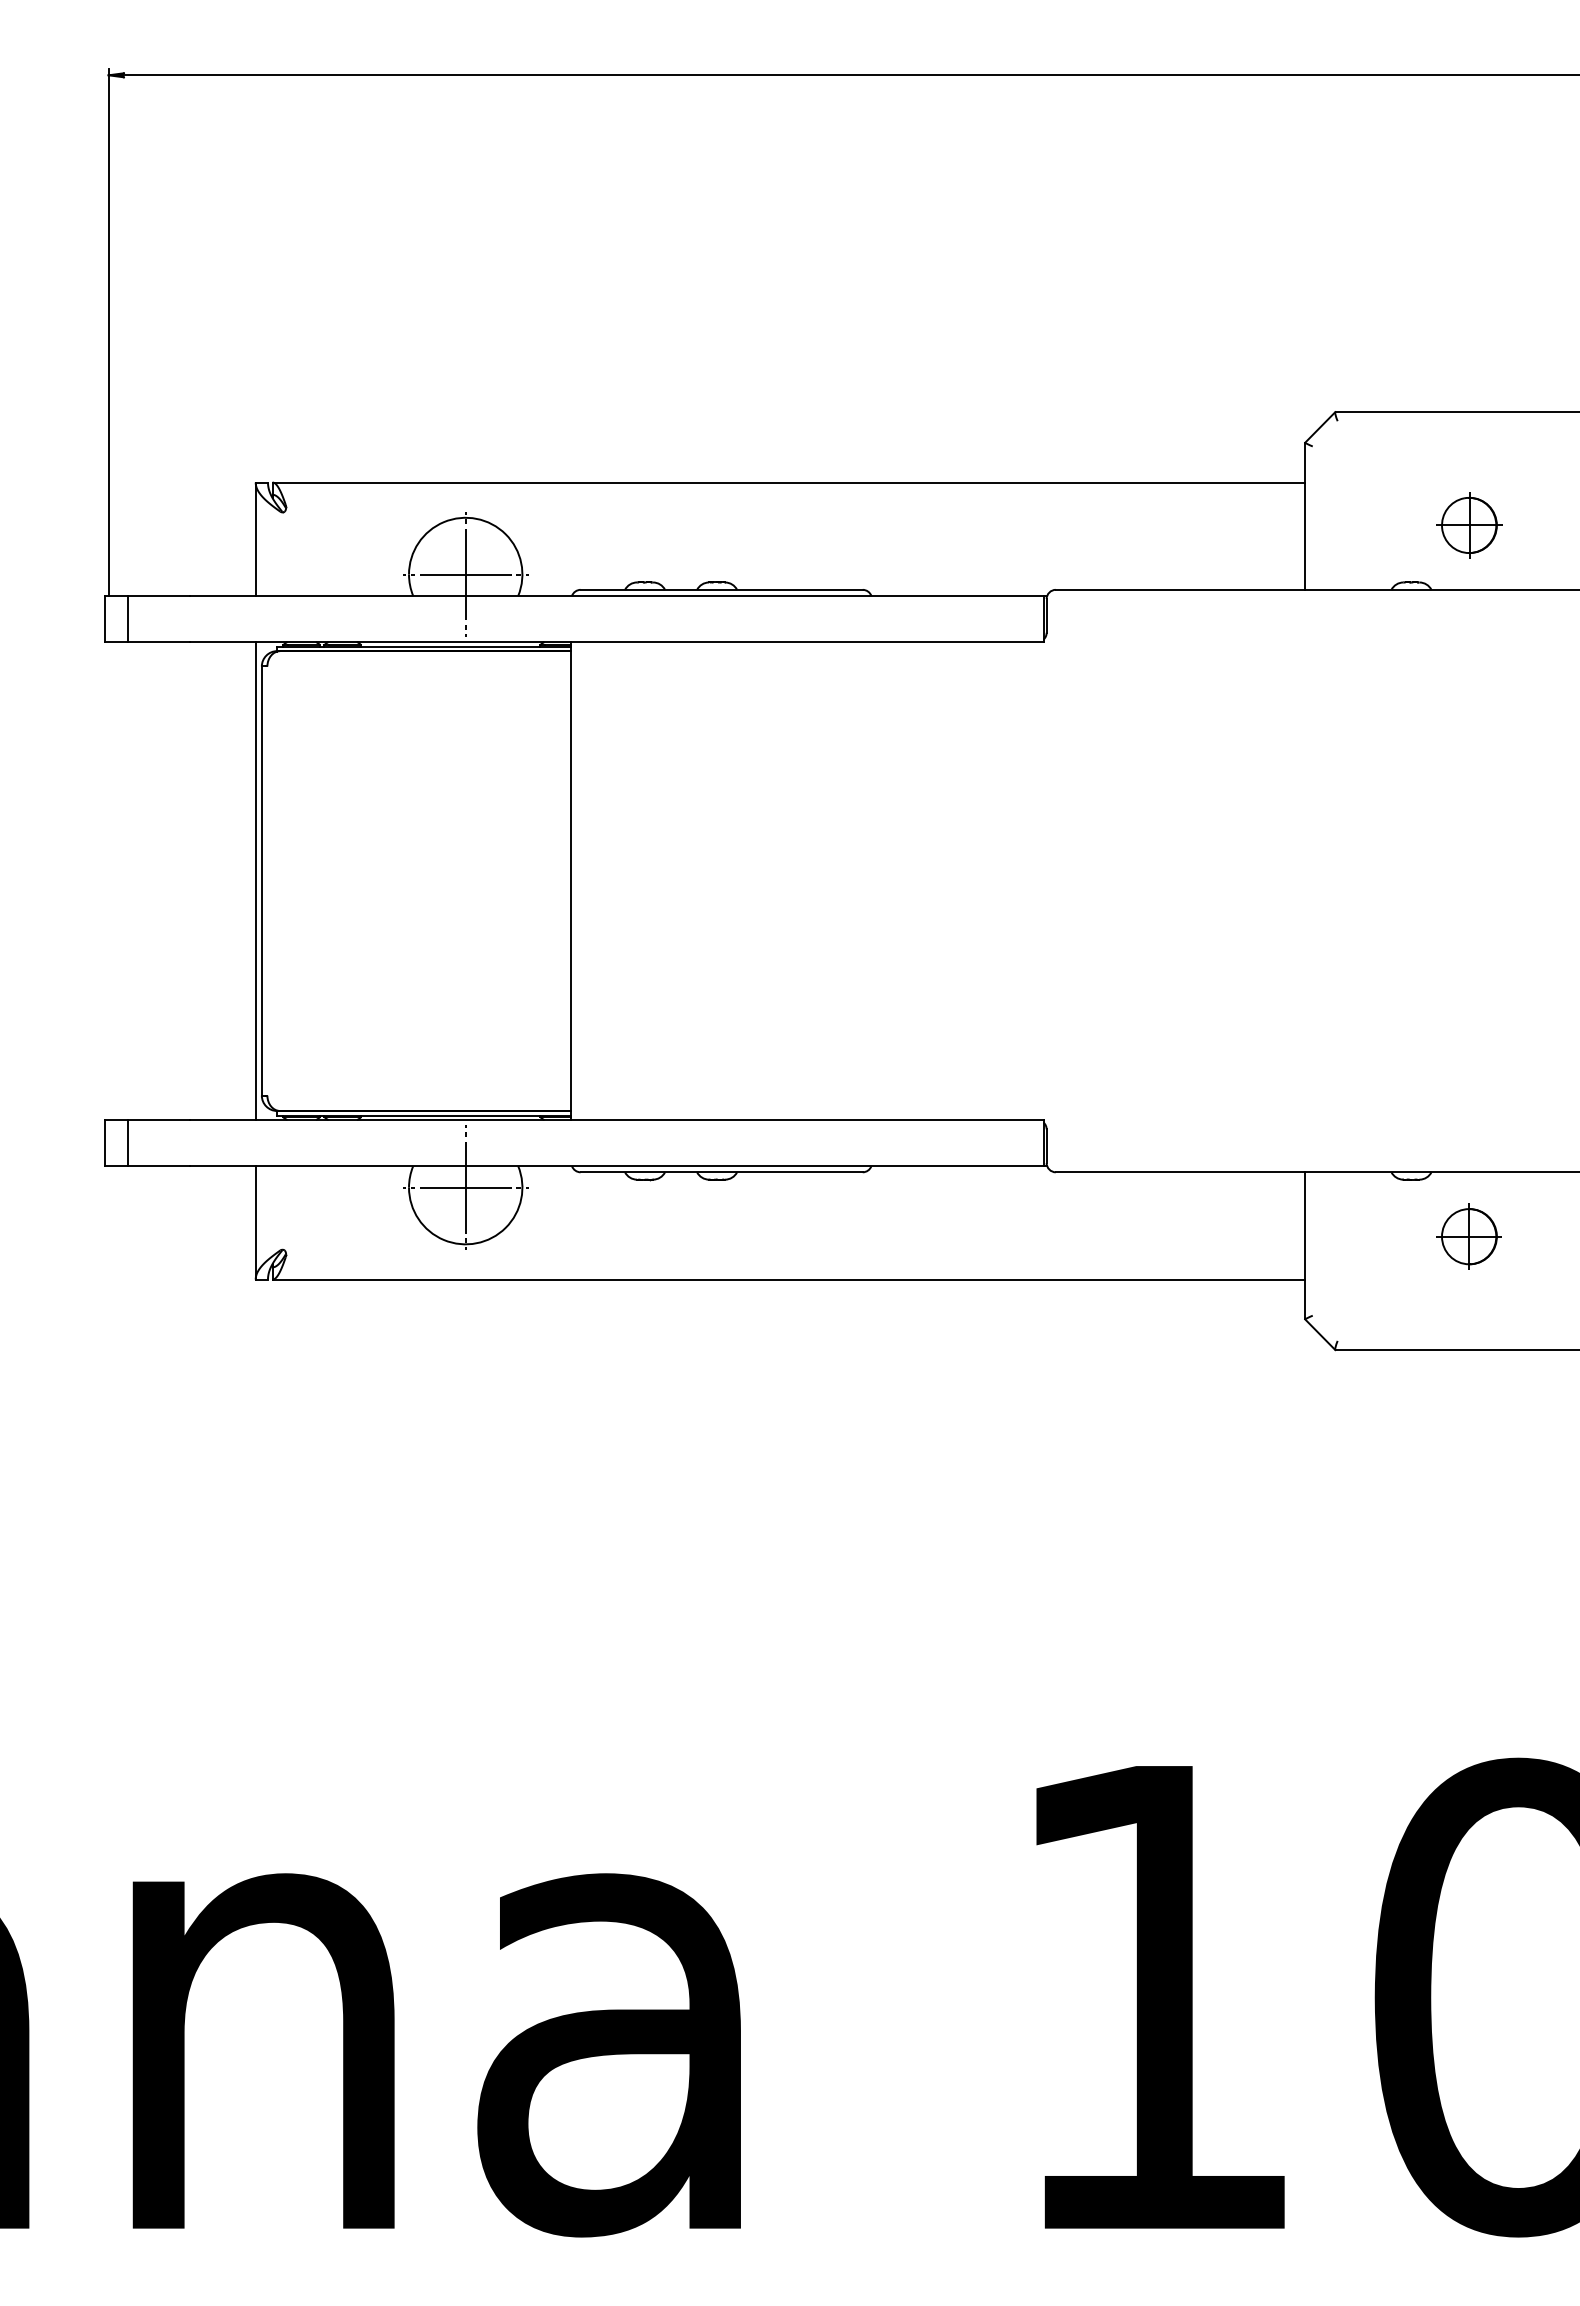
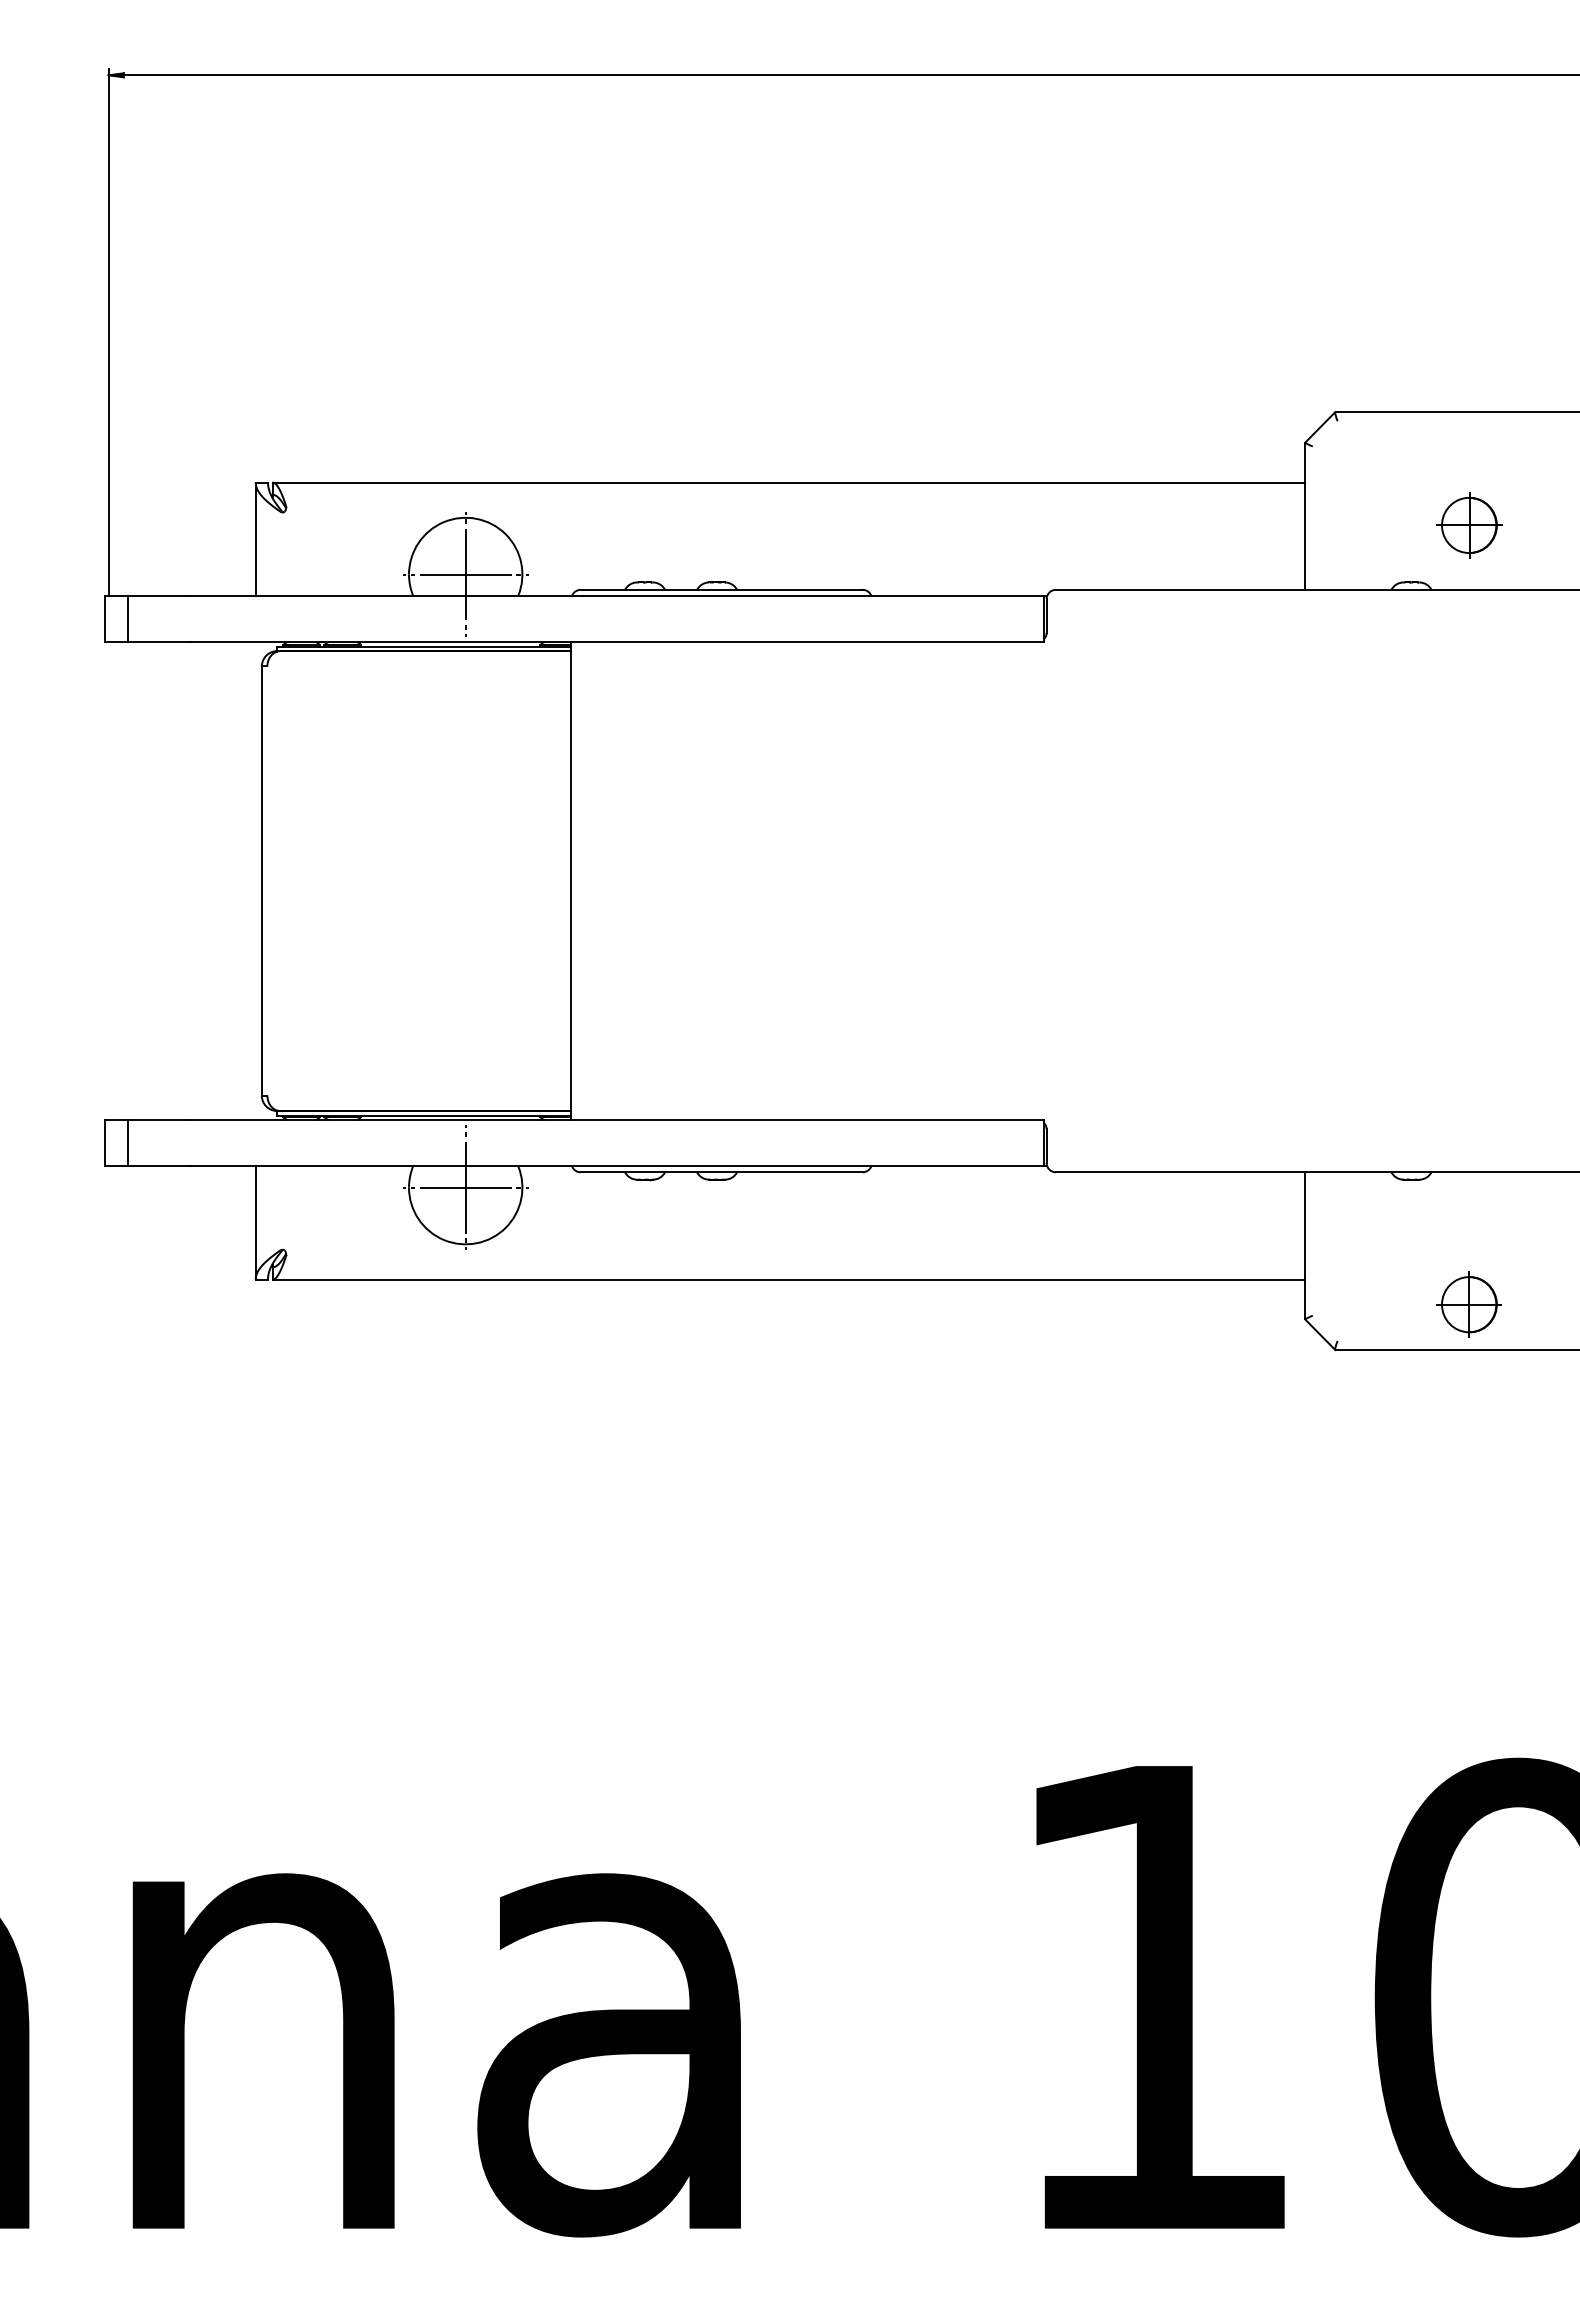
line at (255, 880): present -> none
part at (1468, 1236) position: (1468, 1236) -> (1468, 1304)
